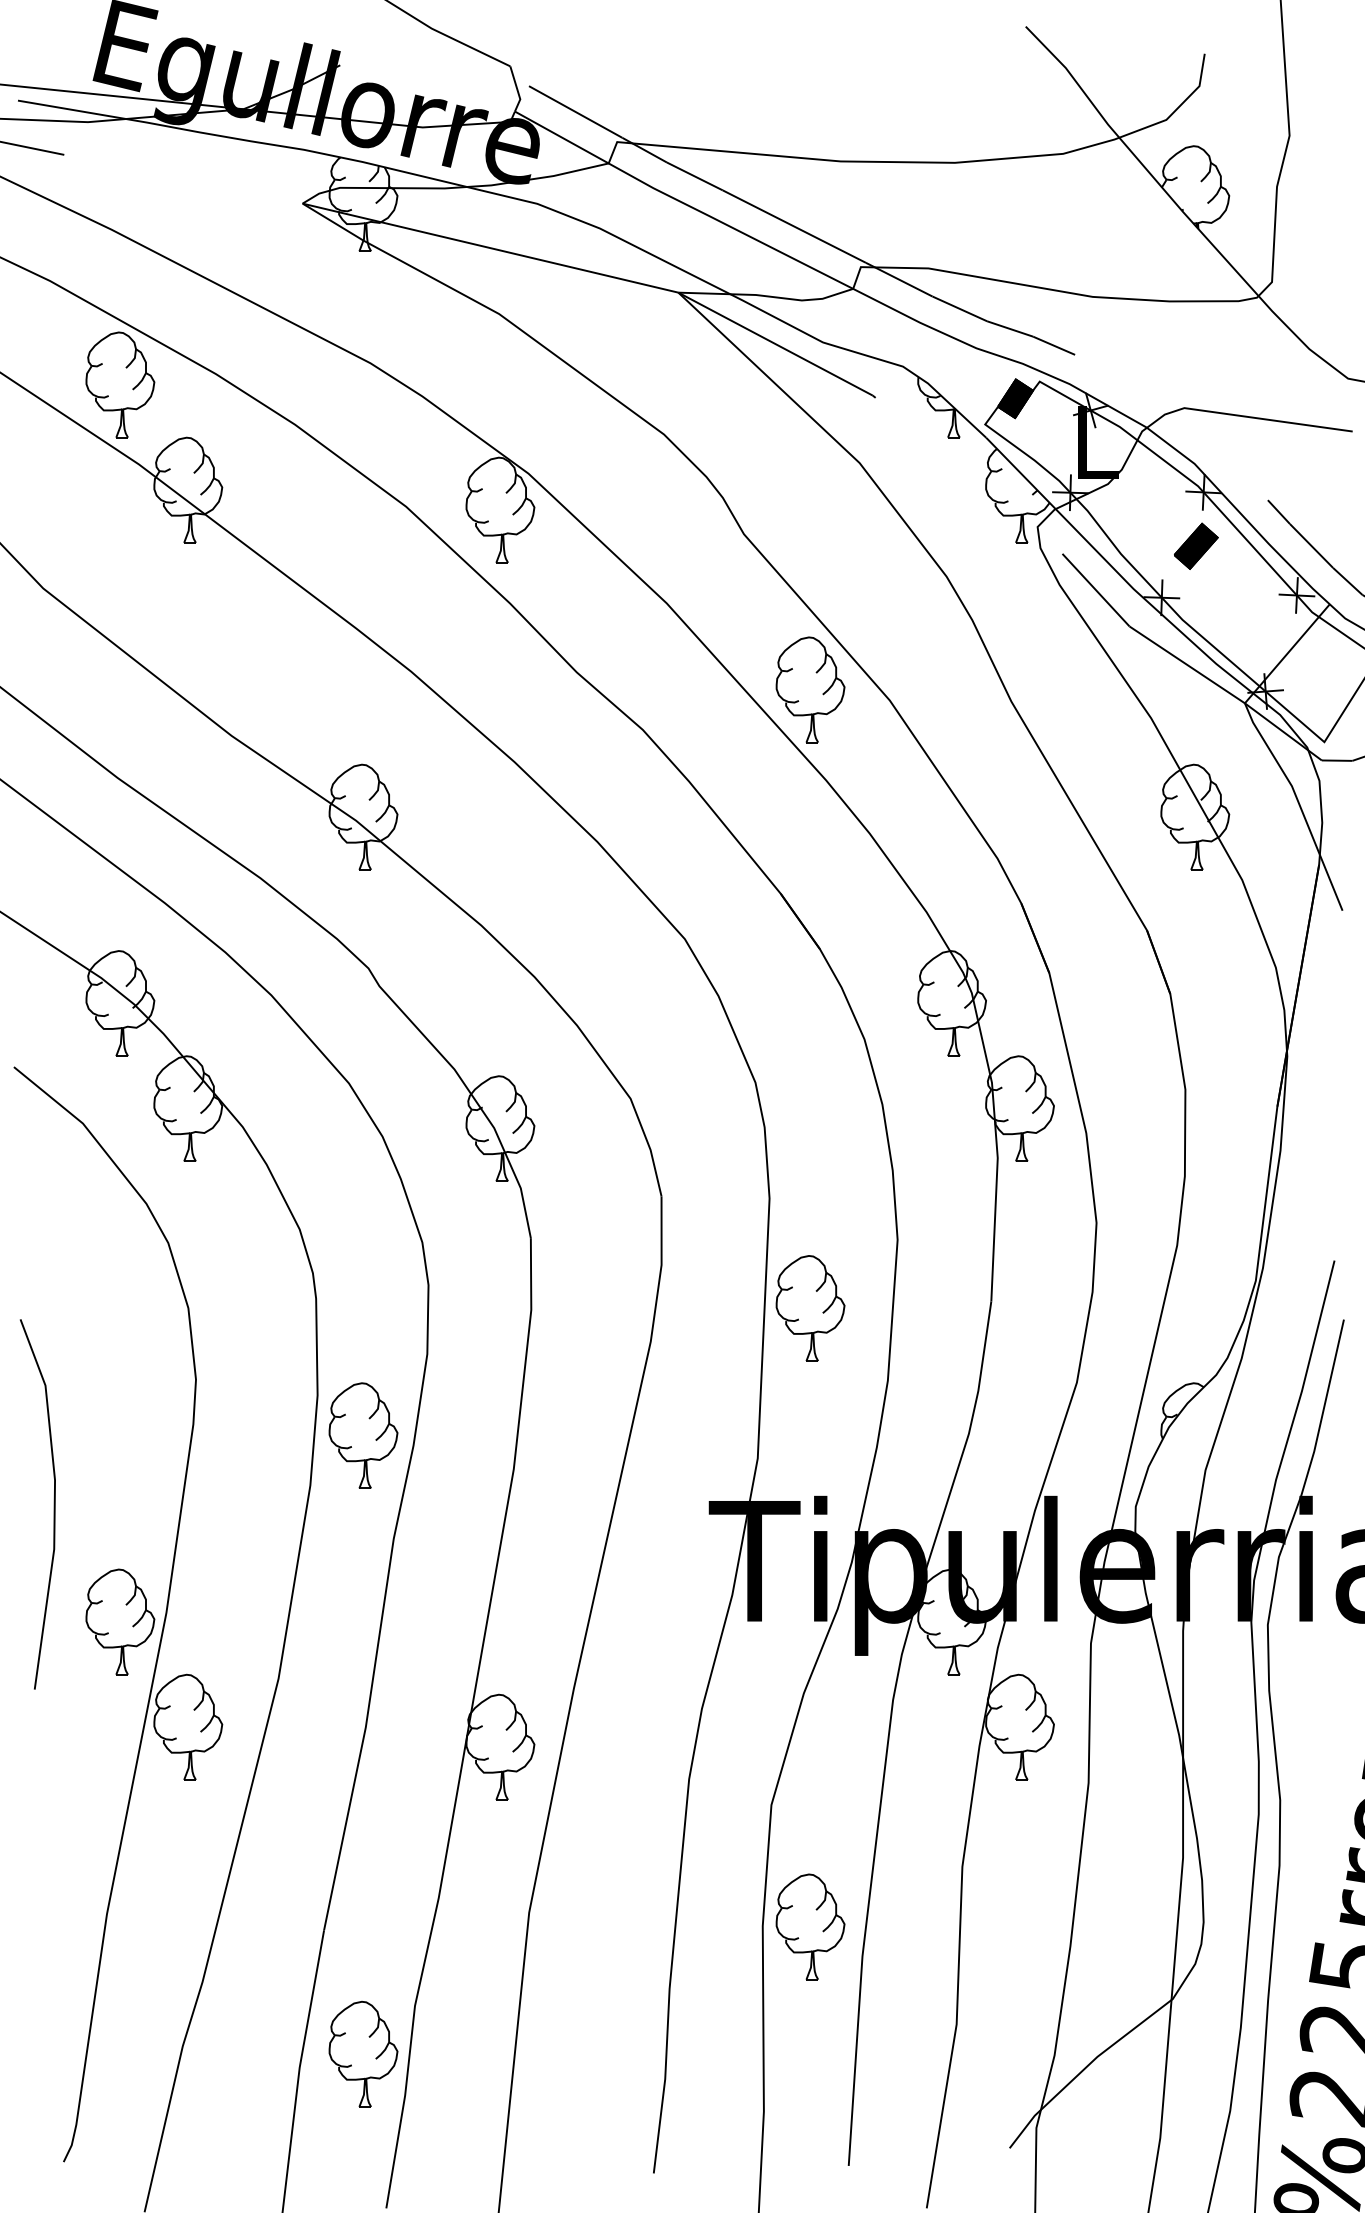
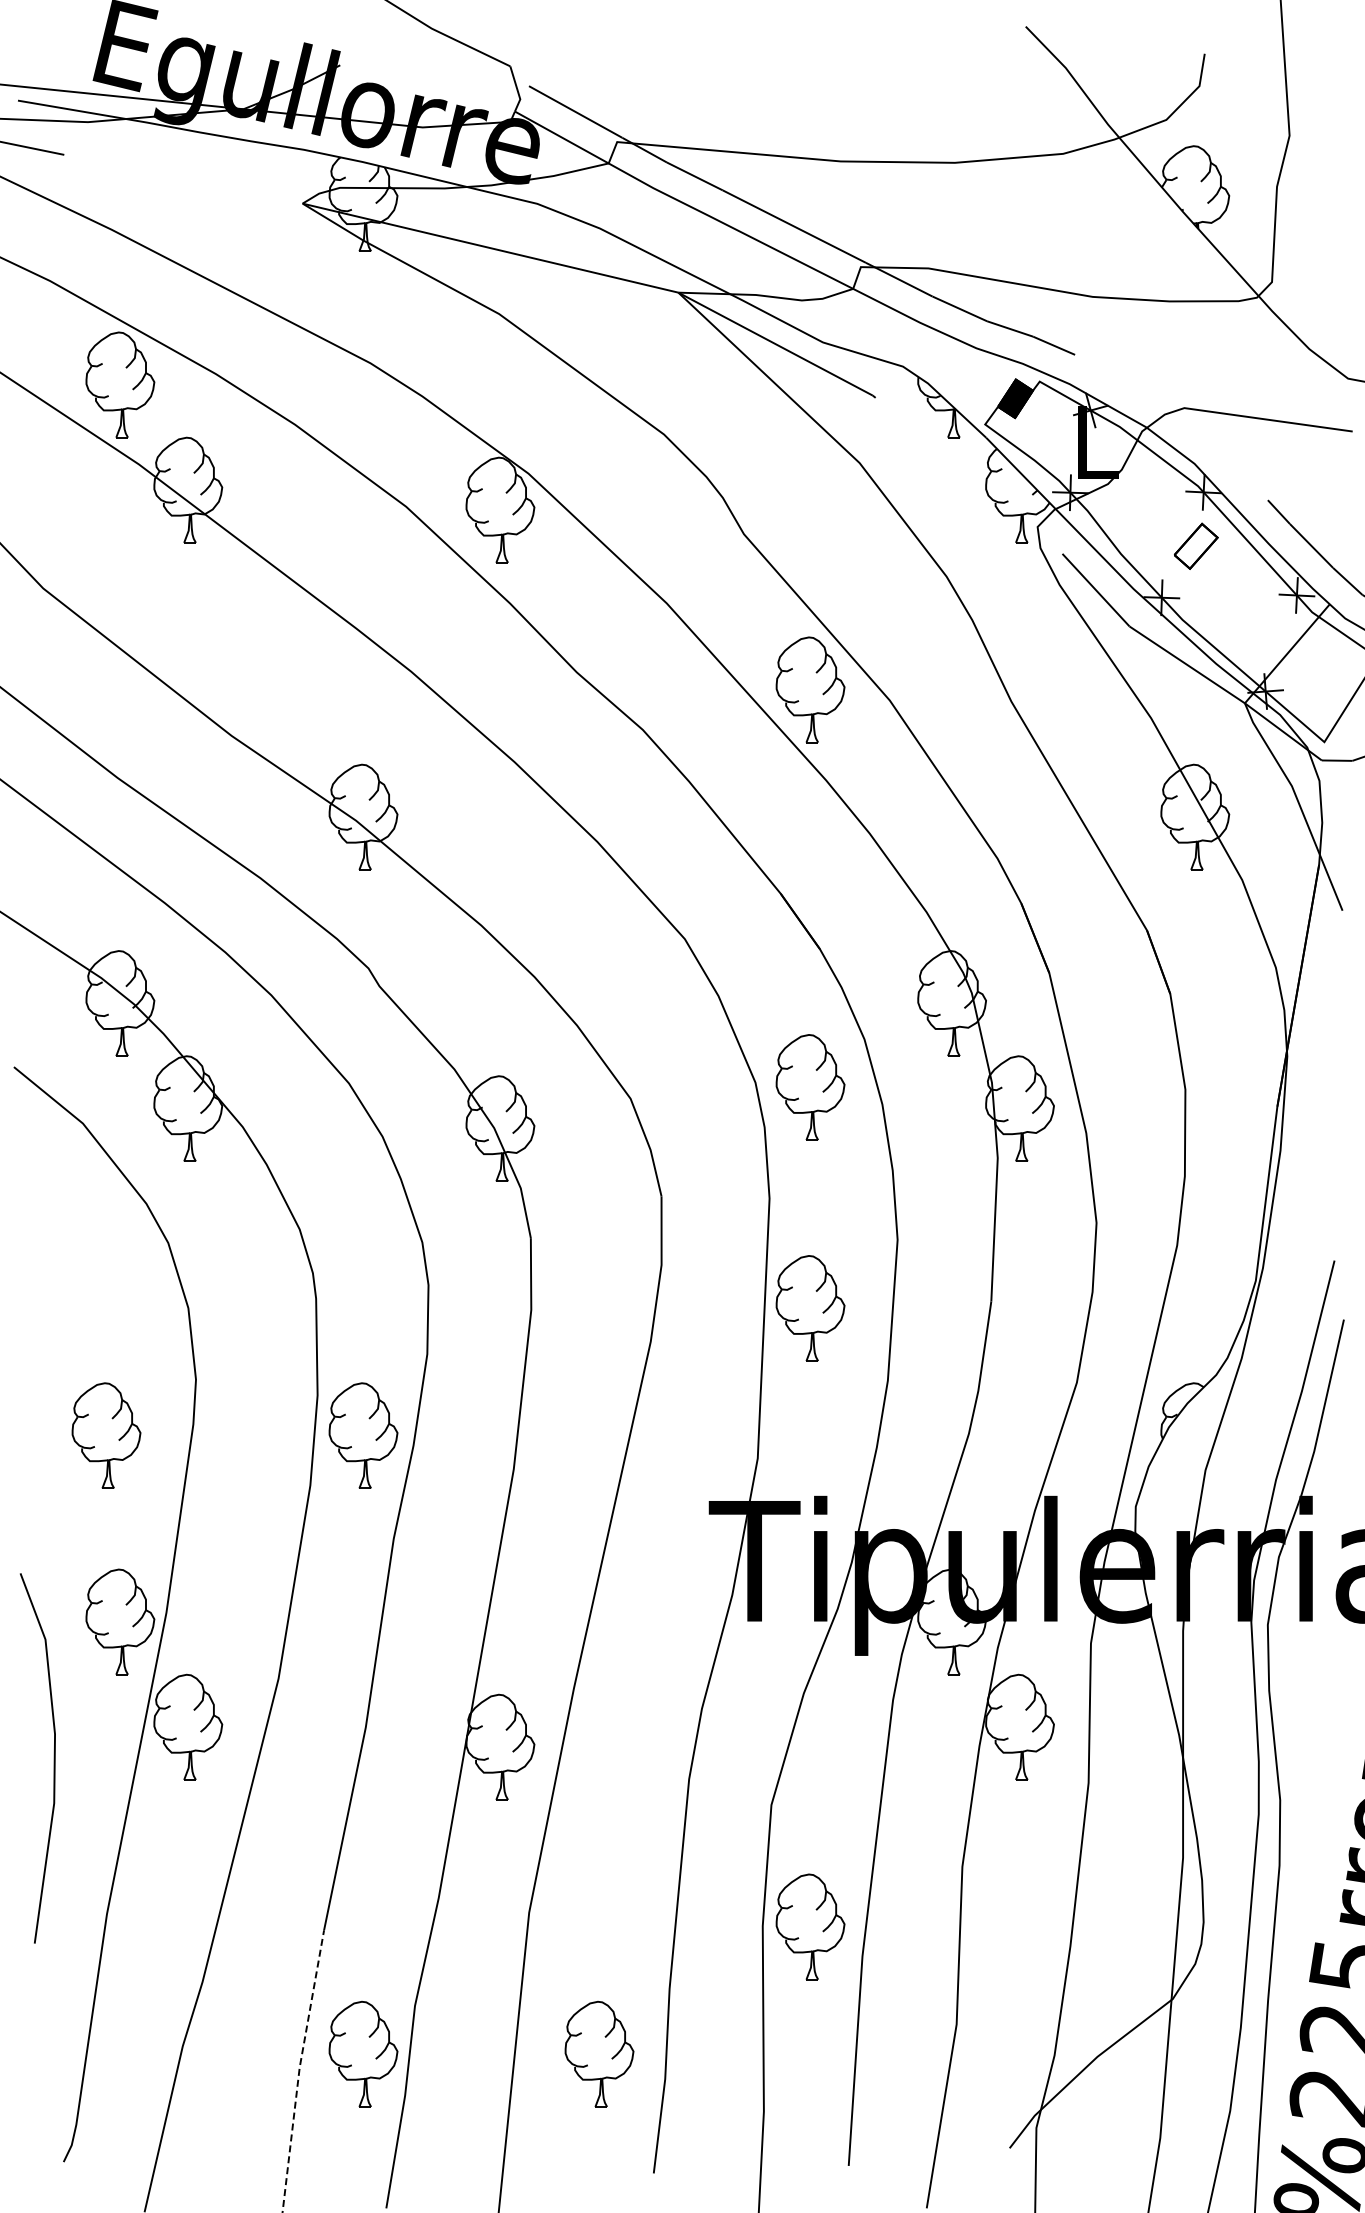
fill at (1195, 545): present -> none
part at (810, 1087): none -> present
part at (106, 1435): none -> present
line at (53, 1504) position: (53, 1504) -> (53, 1758)
part at (599, 2054): none -> present
line at (299, 2069): solid -> dashed
